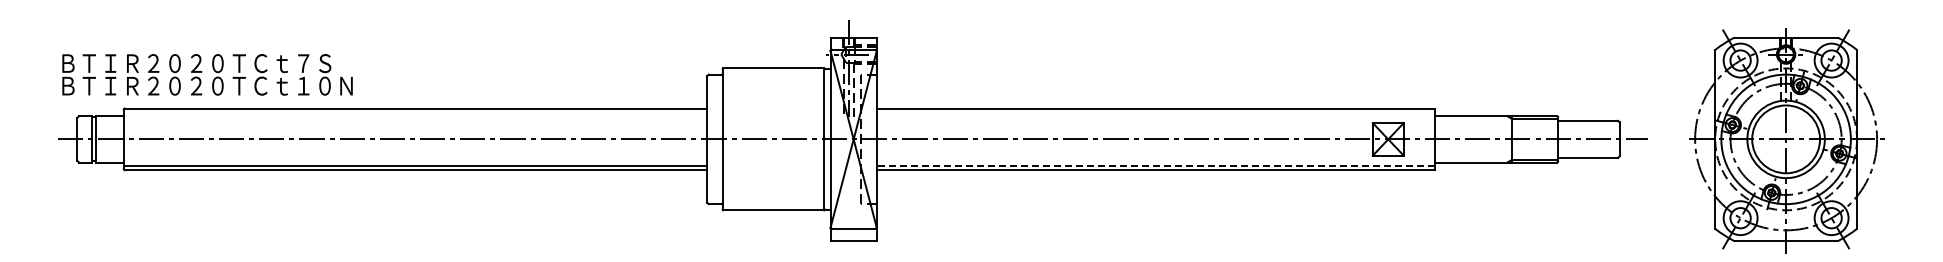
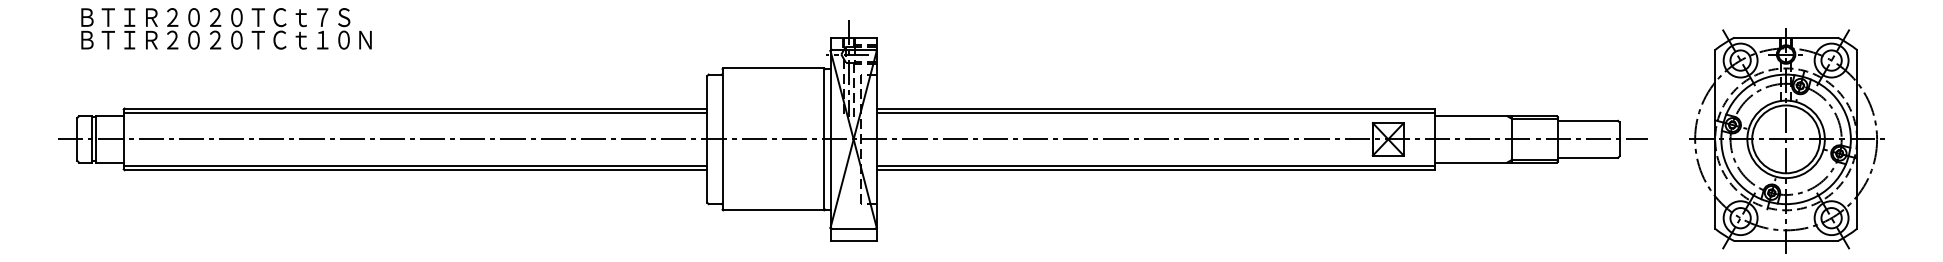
text at (207, 74) position: (207, 74) -> (226, 28)
line at (415, 112): none -> present
line at (1155, 112): none -> present
line at (1155, 165): dashed -> solid
